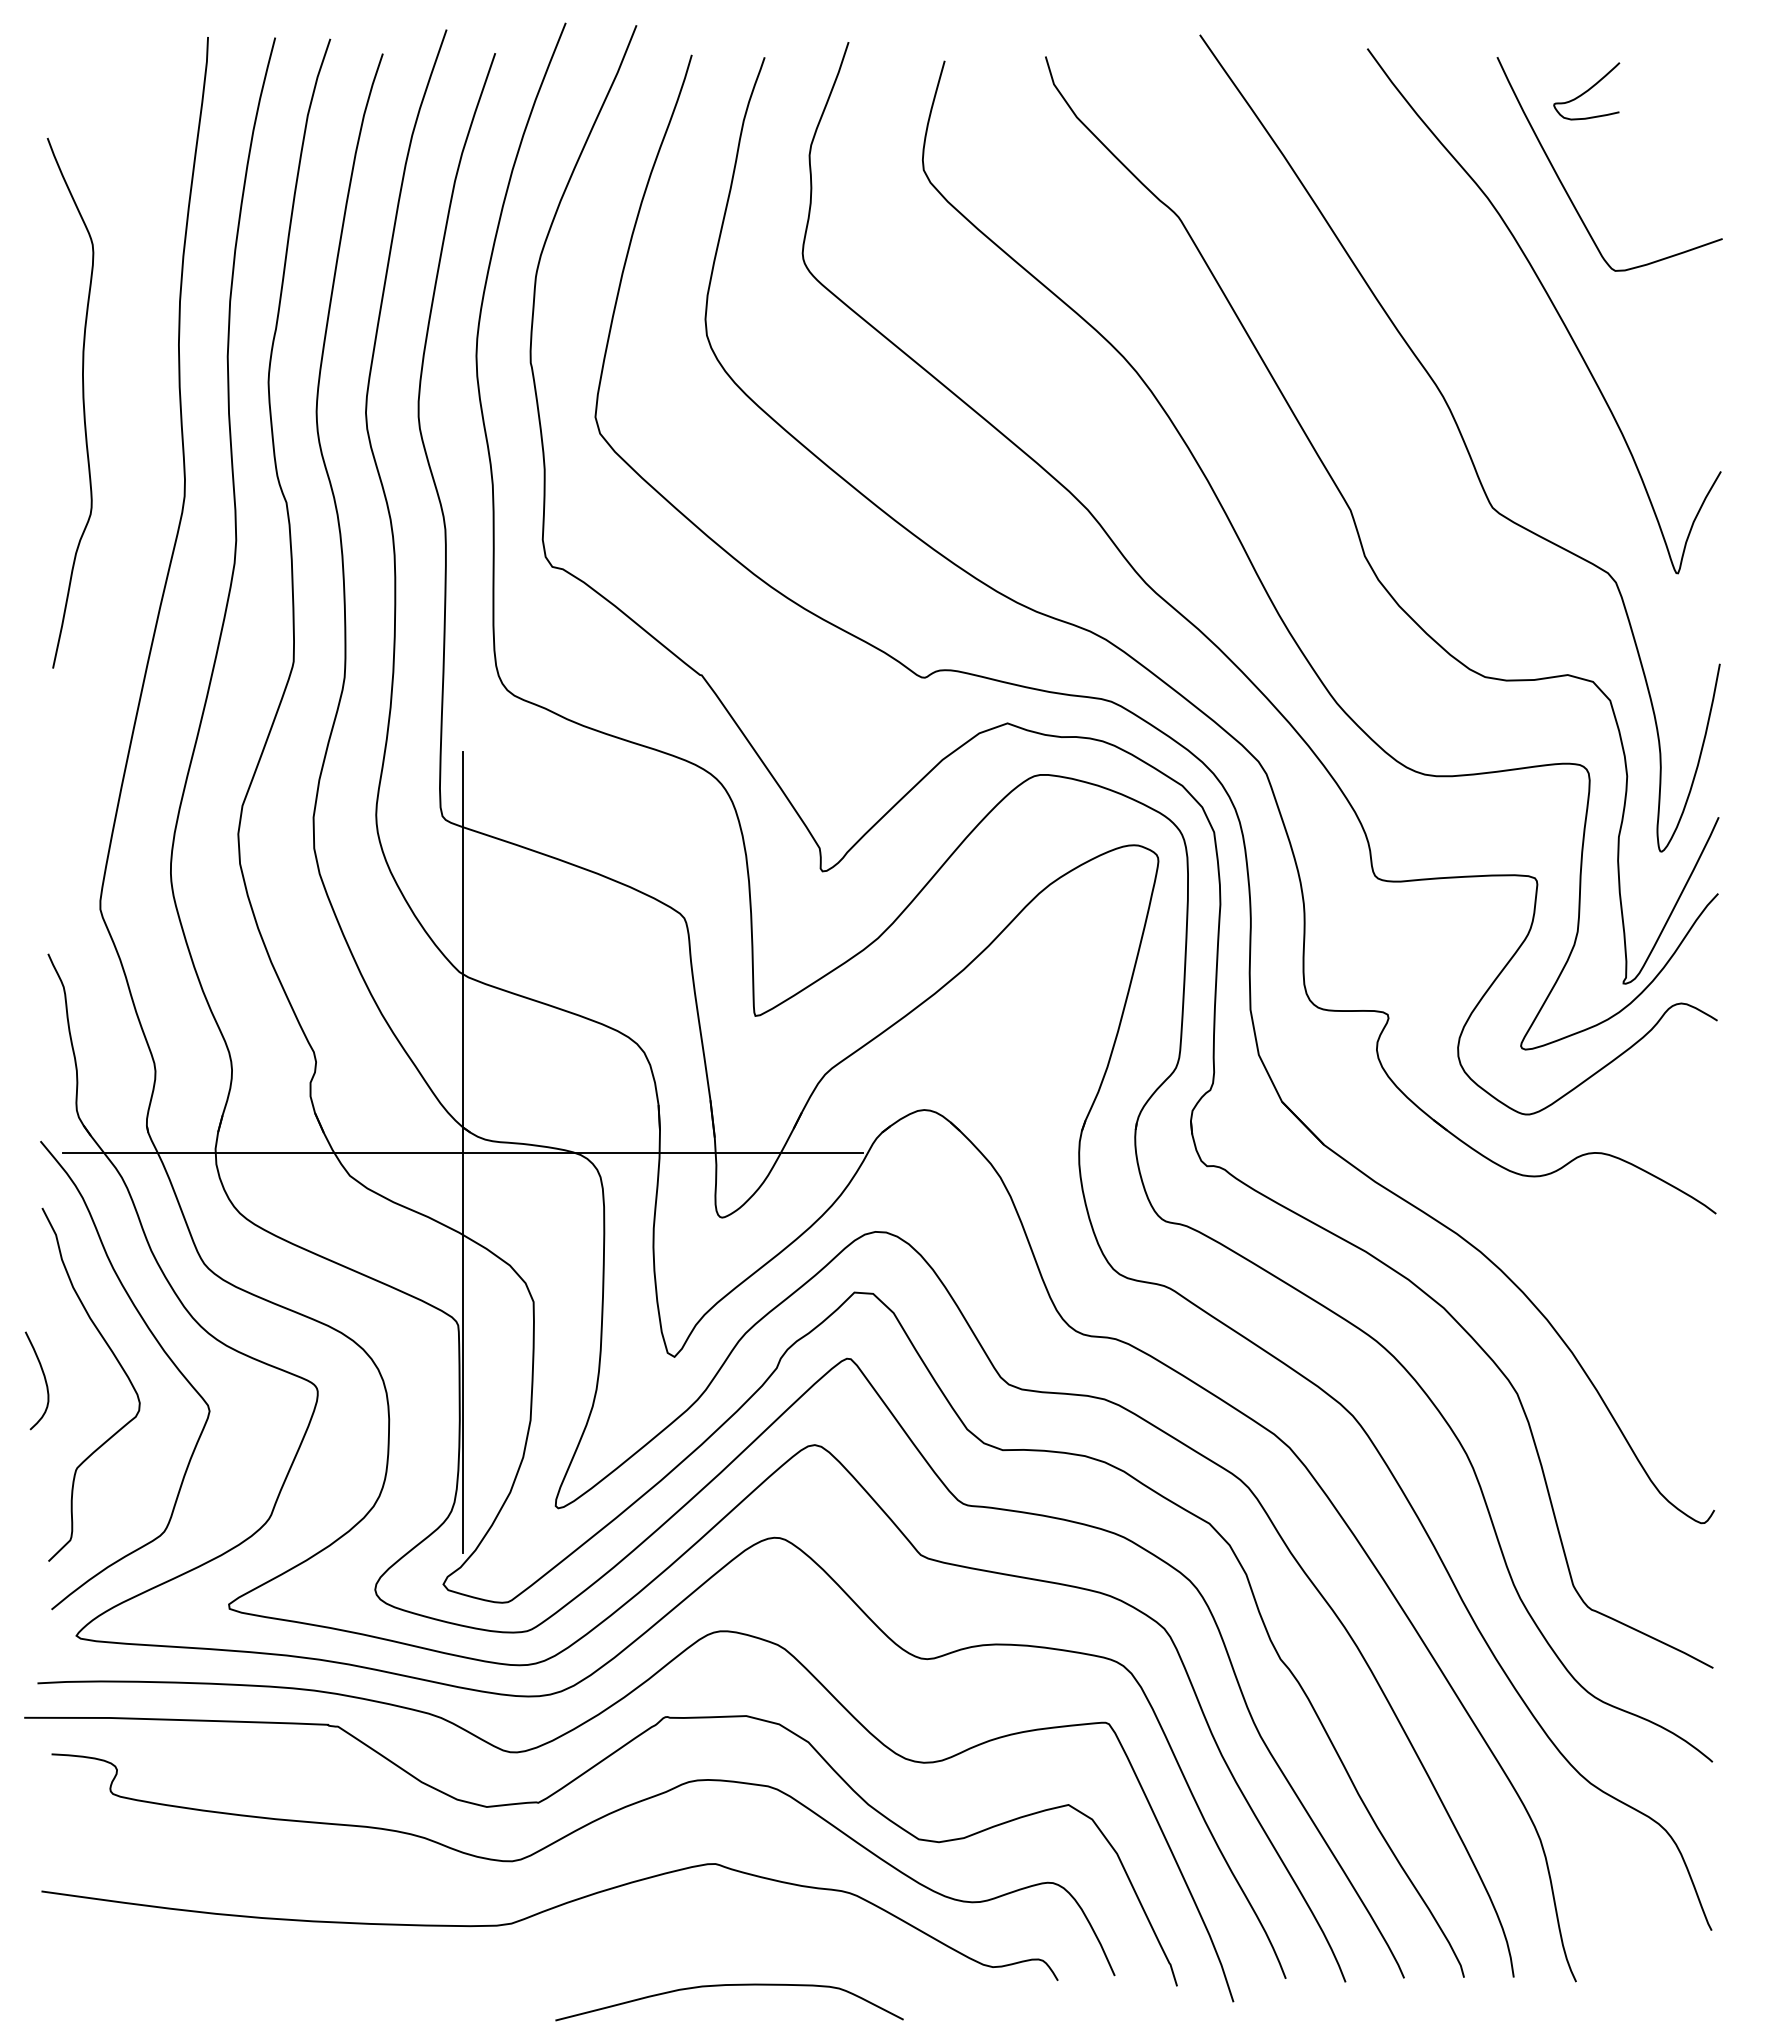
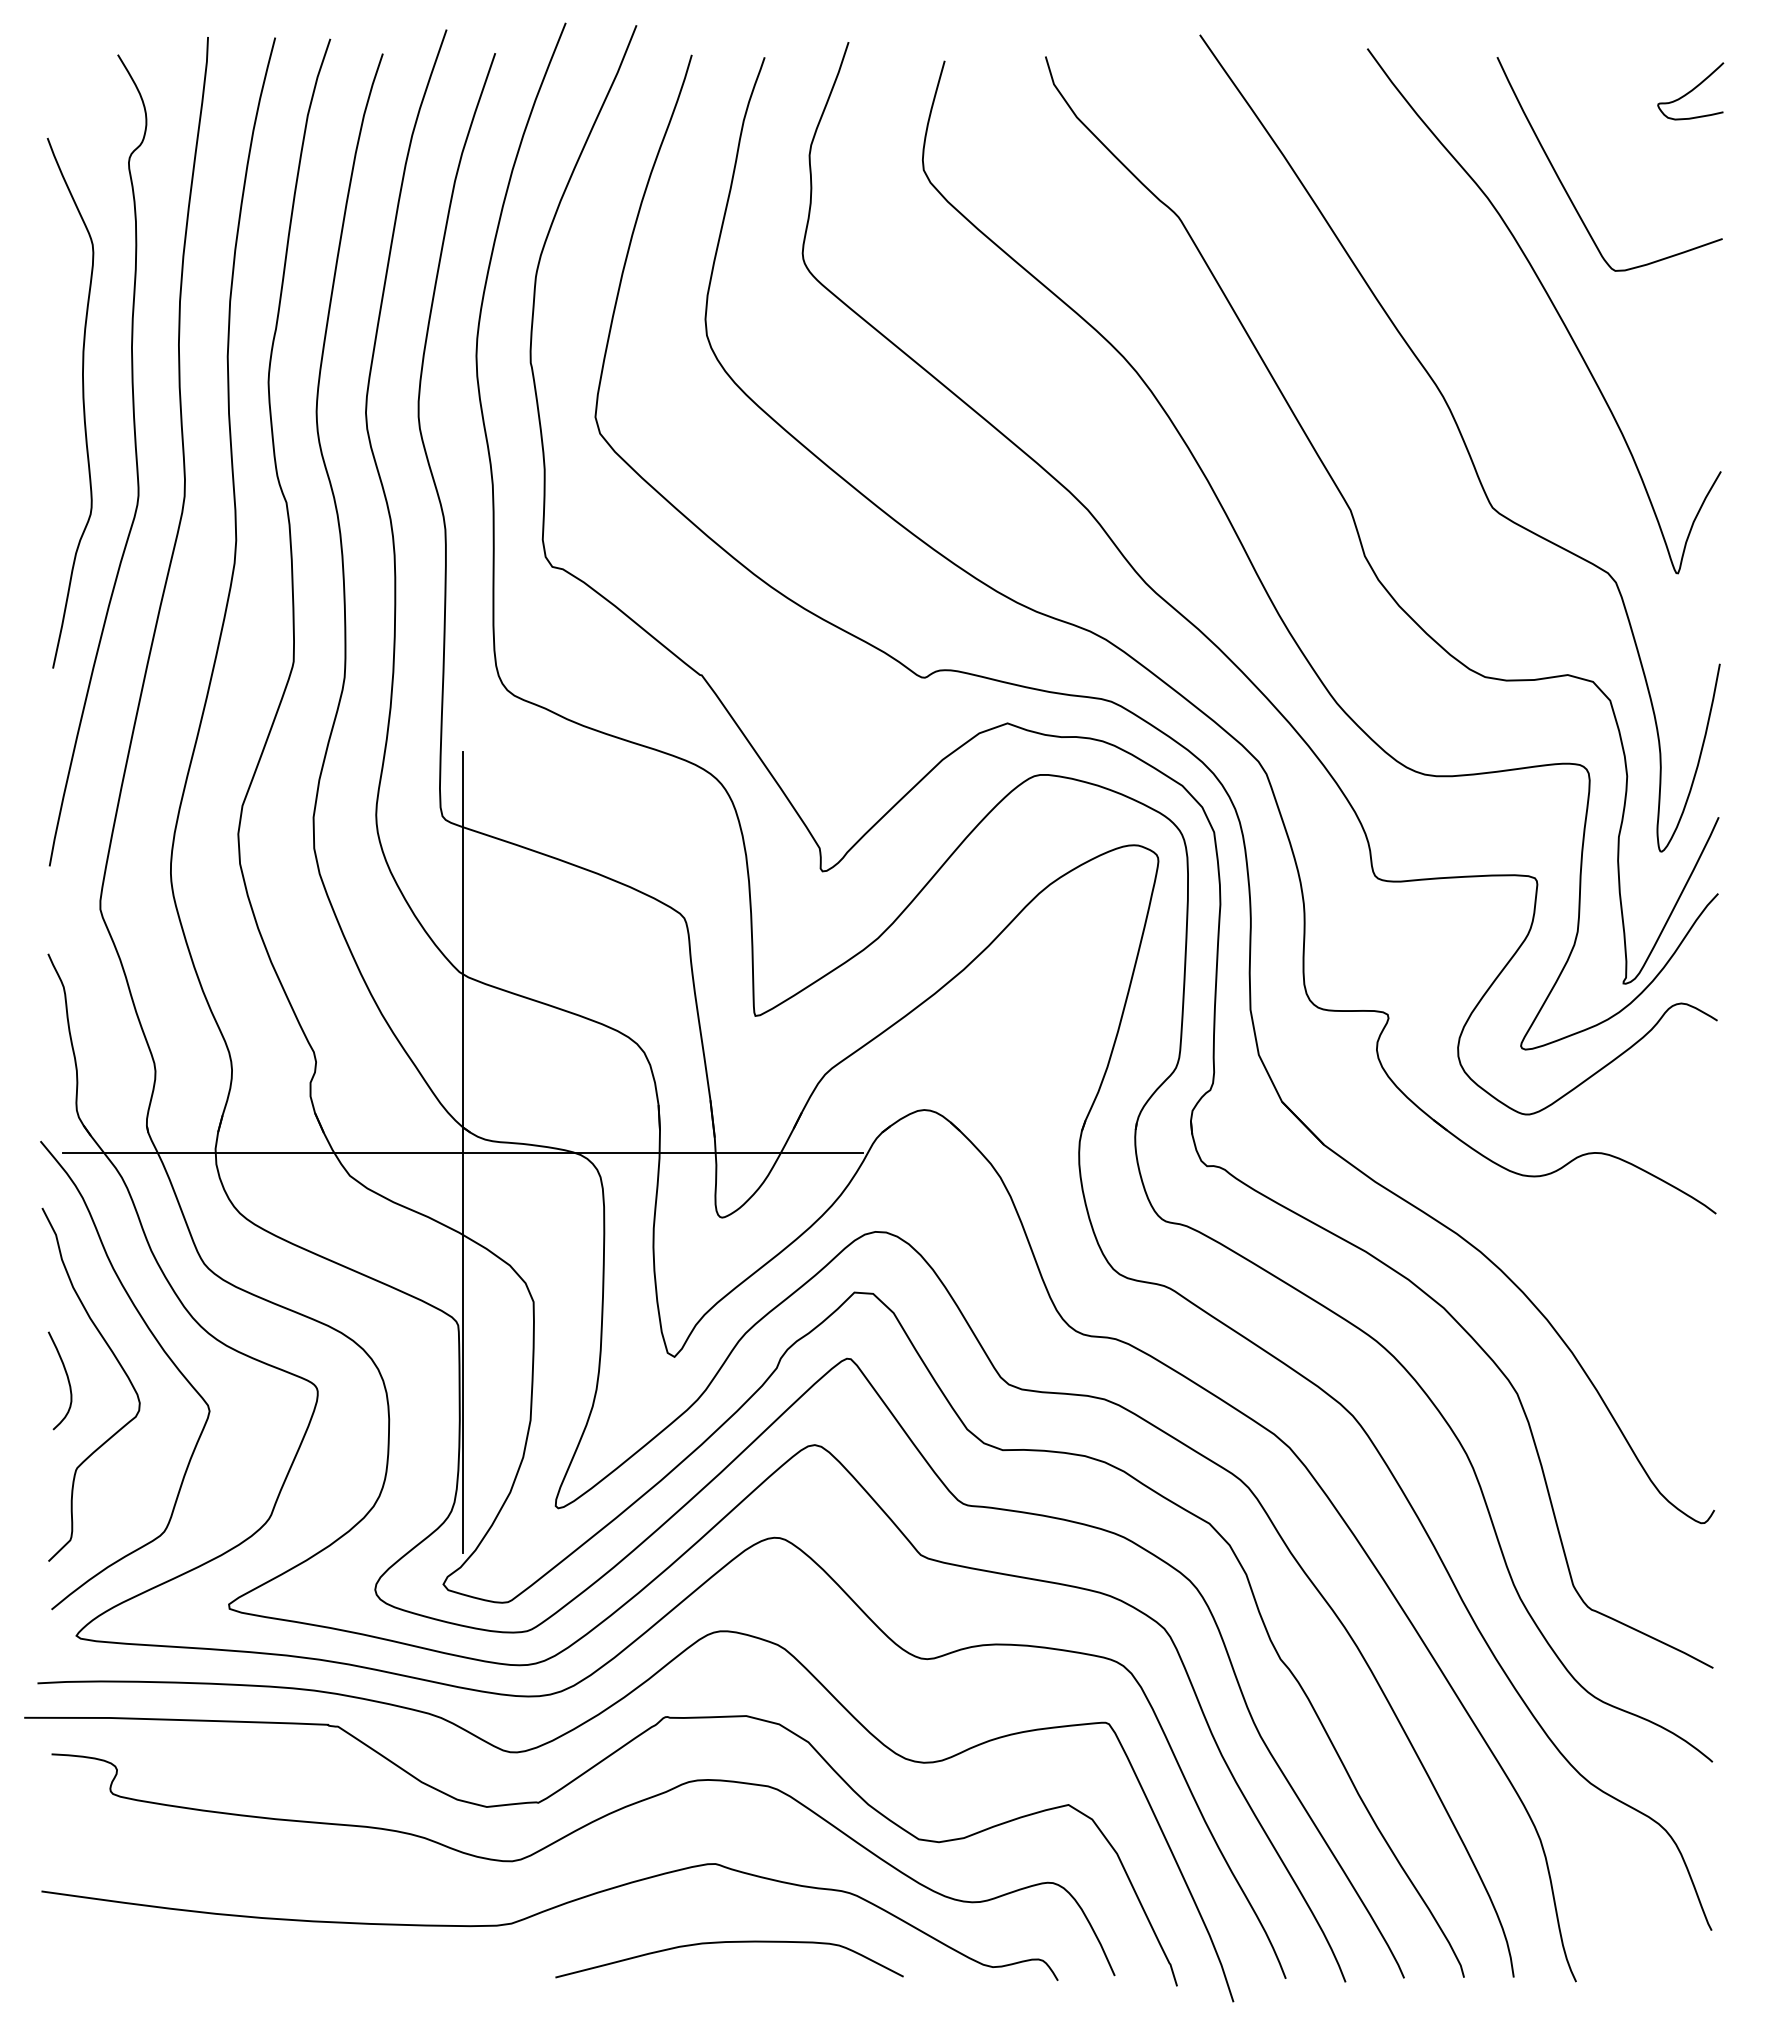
curve at (1586, 91) position: (1586, 91) -> (1690, 91)
curve at (135, 460): none -> present
curve at (44, 1380) position: (44, 1380) -> (67, 1380)
curve at (729, 1985) position: (729, 1985) -> (729, 1942)
